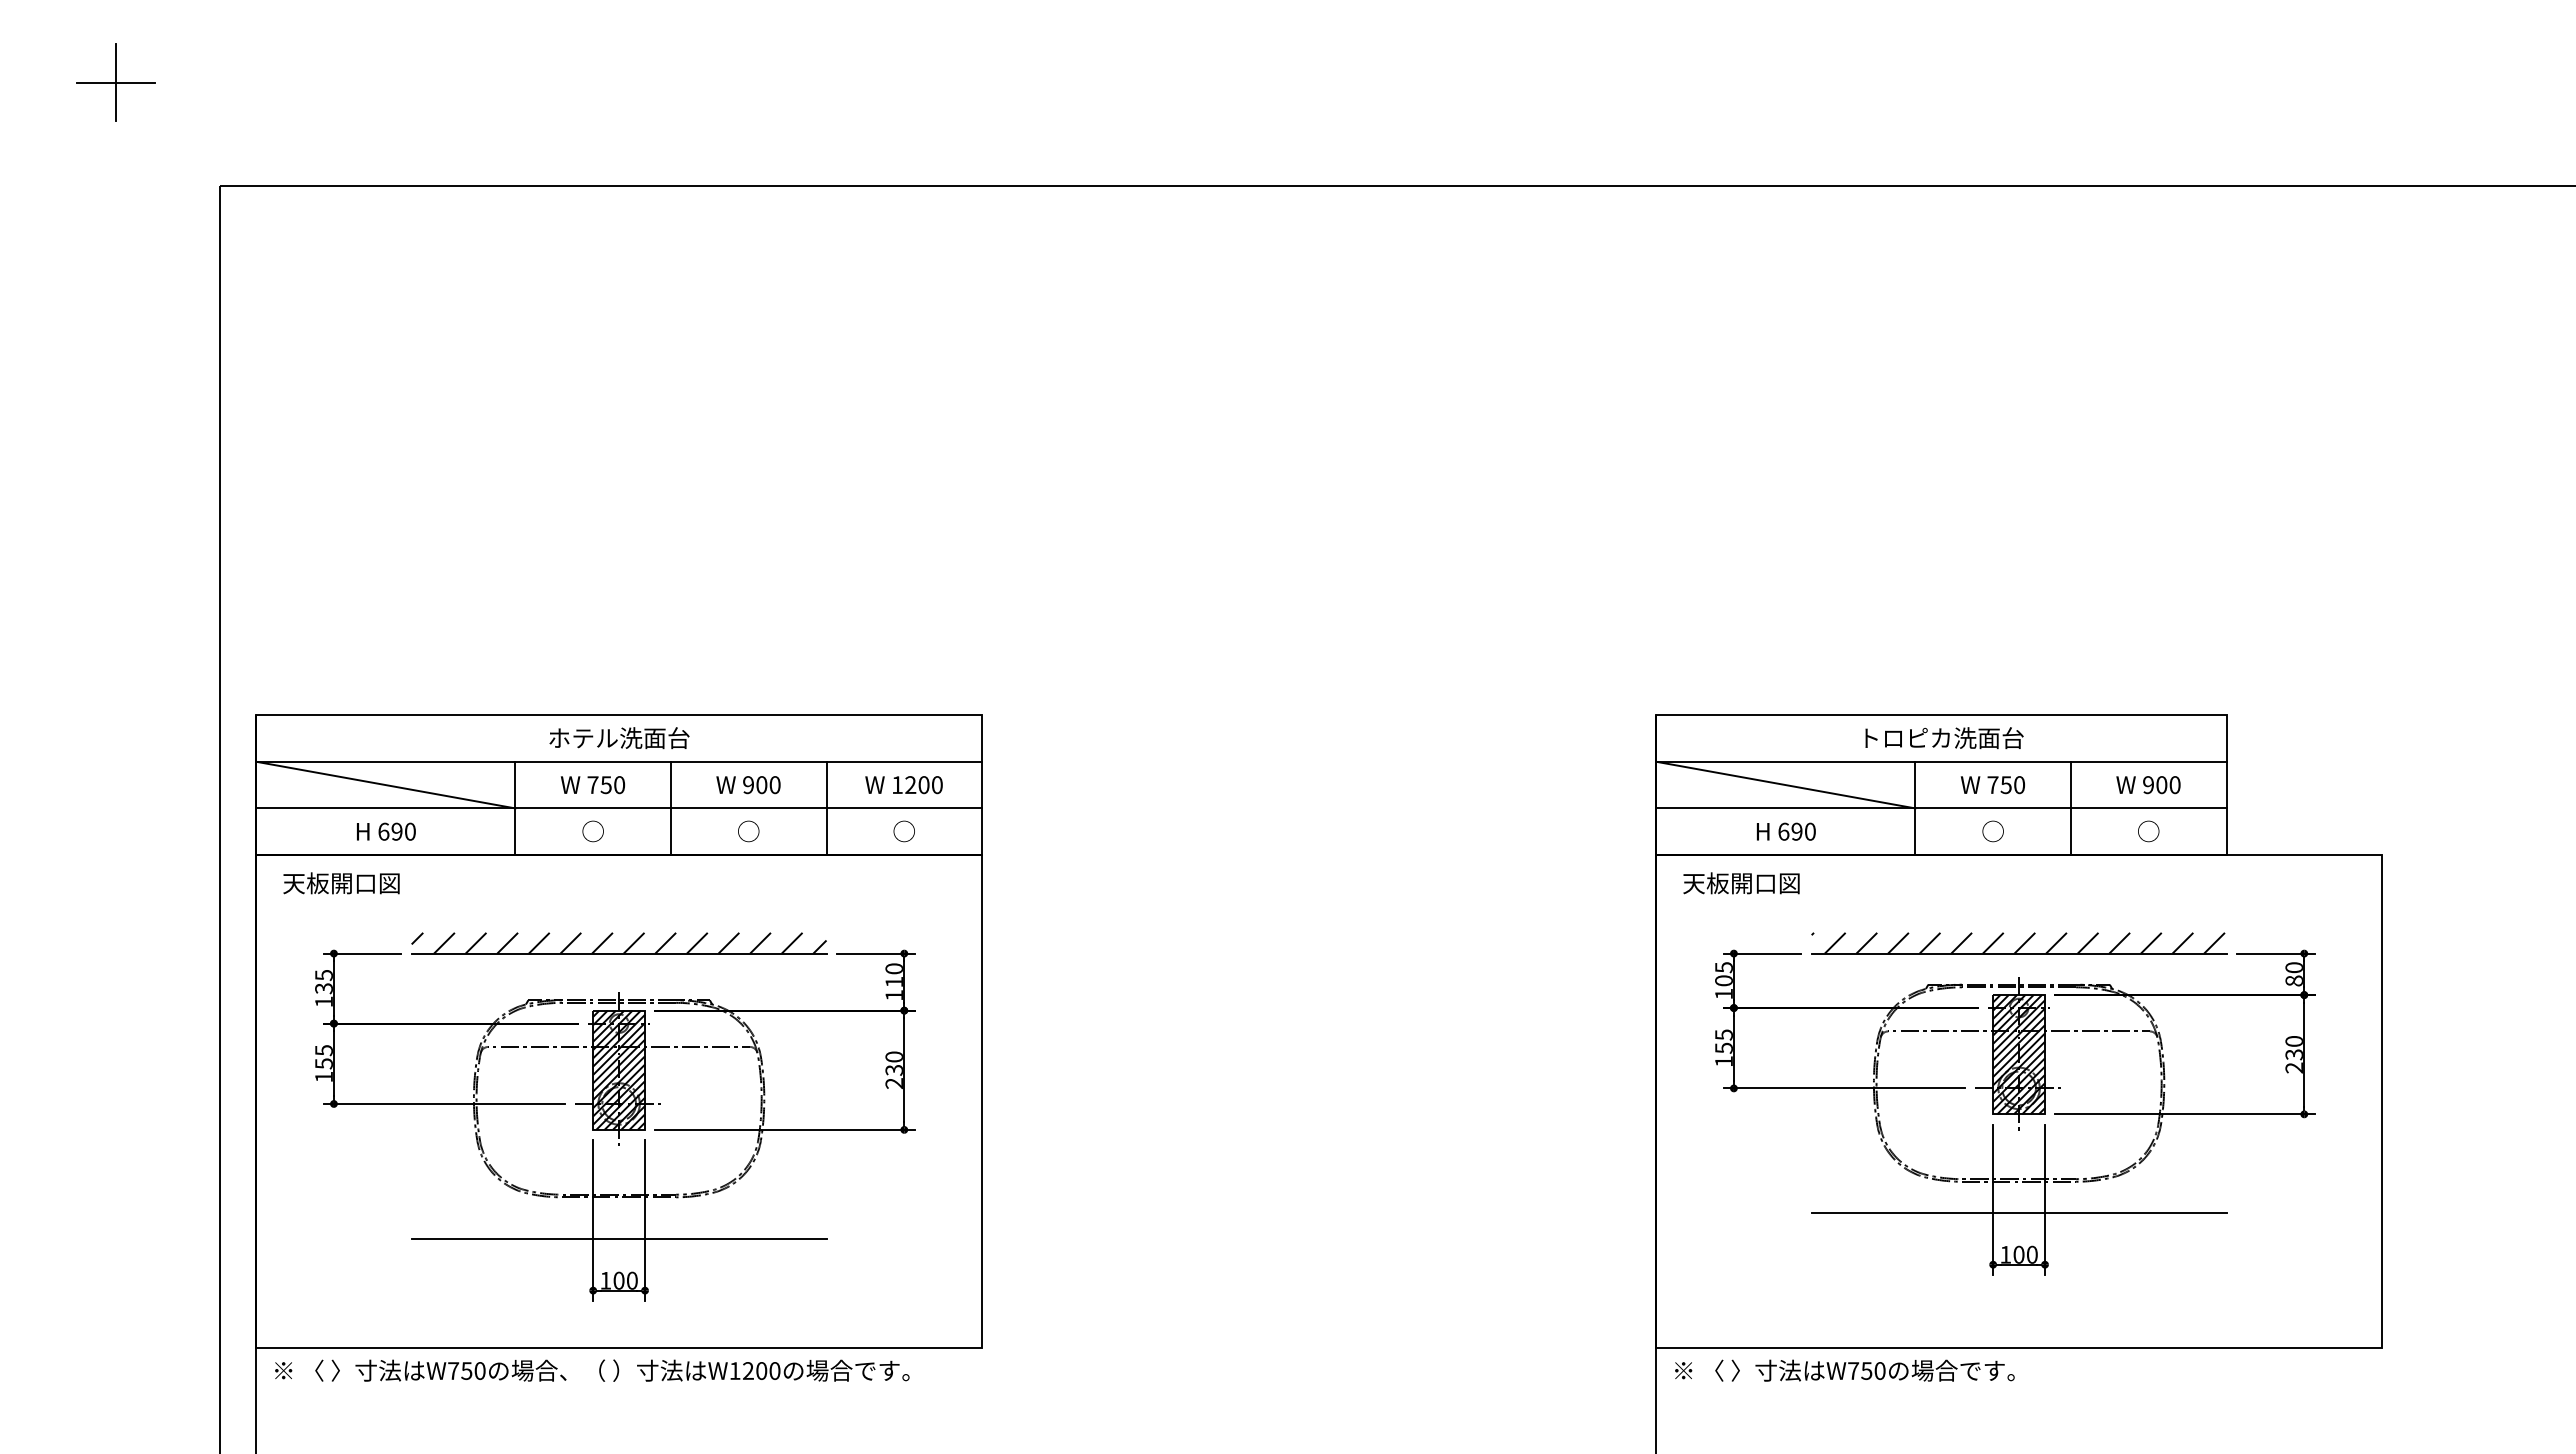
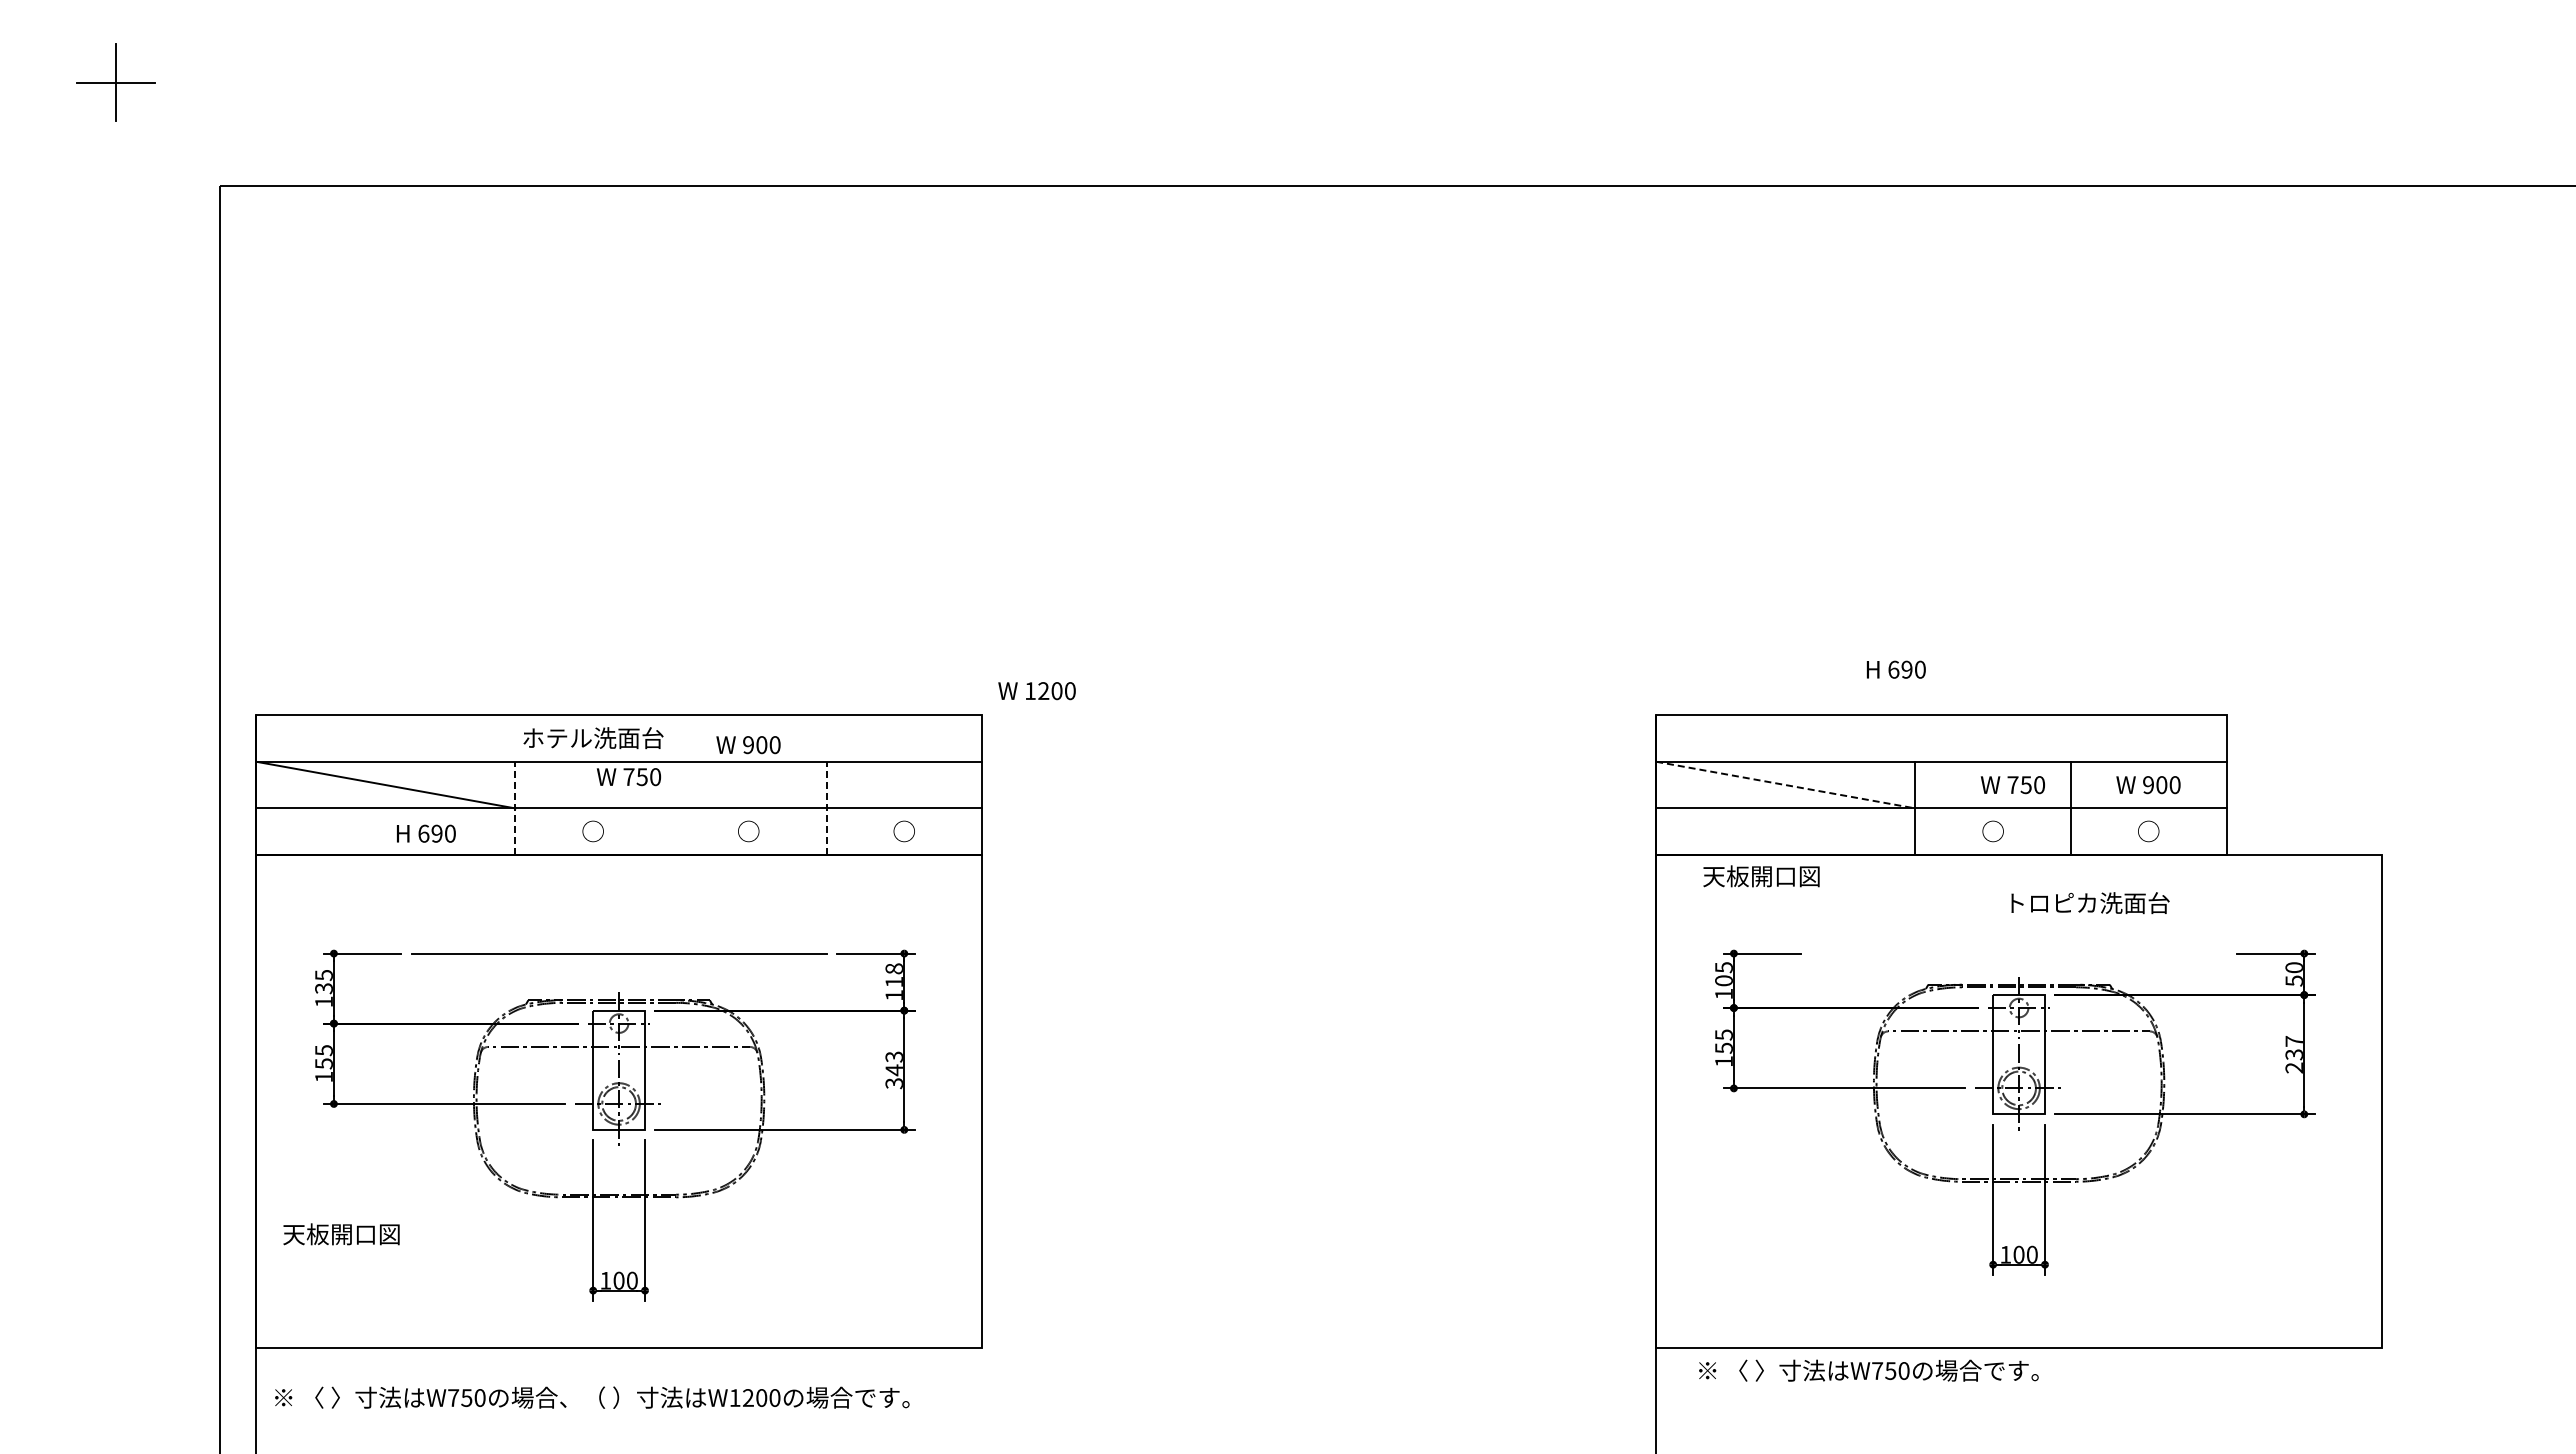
text at (619, 738) position: (619, 738) -> (593, 738)
text at (1944, 738) position: (1944, 738) -> (2090, 903)
text at (592, 785) position: (592, 785) -> (628, 777)
text at (748, 785) position: (748, 785) -> (748, 745)
text at (903, 785) position: (903, 785) -> (1036, 691)
line at (1785, 785): solid -> dashed
text at (1992, 785) position: (1992, 785) -> (2012, 785)
line at (515, 808): solid -> dashed
line at (670, 808): present -> none
line at (826, 808): solid -> dashed
text at (386, 831) position: (386, 831) -> (426, 833)
text at (1786, 831) position: (1786, 831) -> (1896, 669)
text at (341, 883) position: (341, 883) -> (341, 1234)
text at (1741, 883) position: (1741, 883) -> (1761, 876)
hatch at (618, 942): present -> none
part at (2019, 943): present -> none
text at (894, 968): 110 -> 118
text at (2293, 980): 80 -> 50
text at (2293, 1041): 230 -> 237
hatch at (2019, 1054): present -> none
hatch at (619, 1069): present -> none
text at (893, 1070): 230 -> 343
line at (2018, 1212): present -> none
line at (618, 1238): present -> none
text at (592, 1370) position: (592, 1370) -> (592, 1397)
text at (1844, 1370) position: (1844, 1370) -> (1868, 1370)
